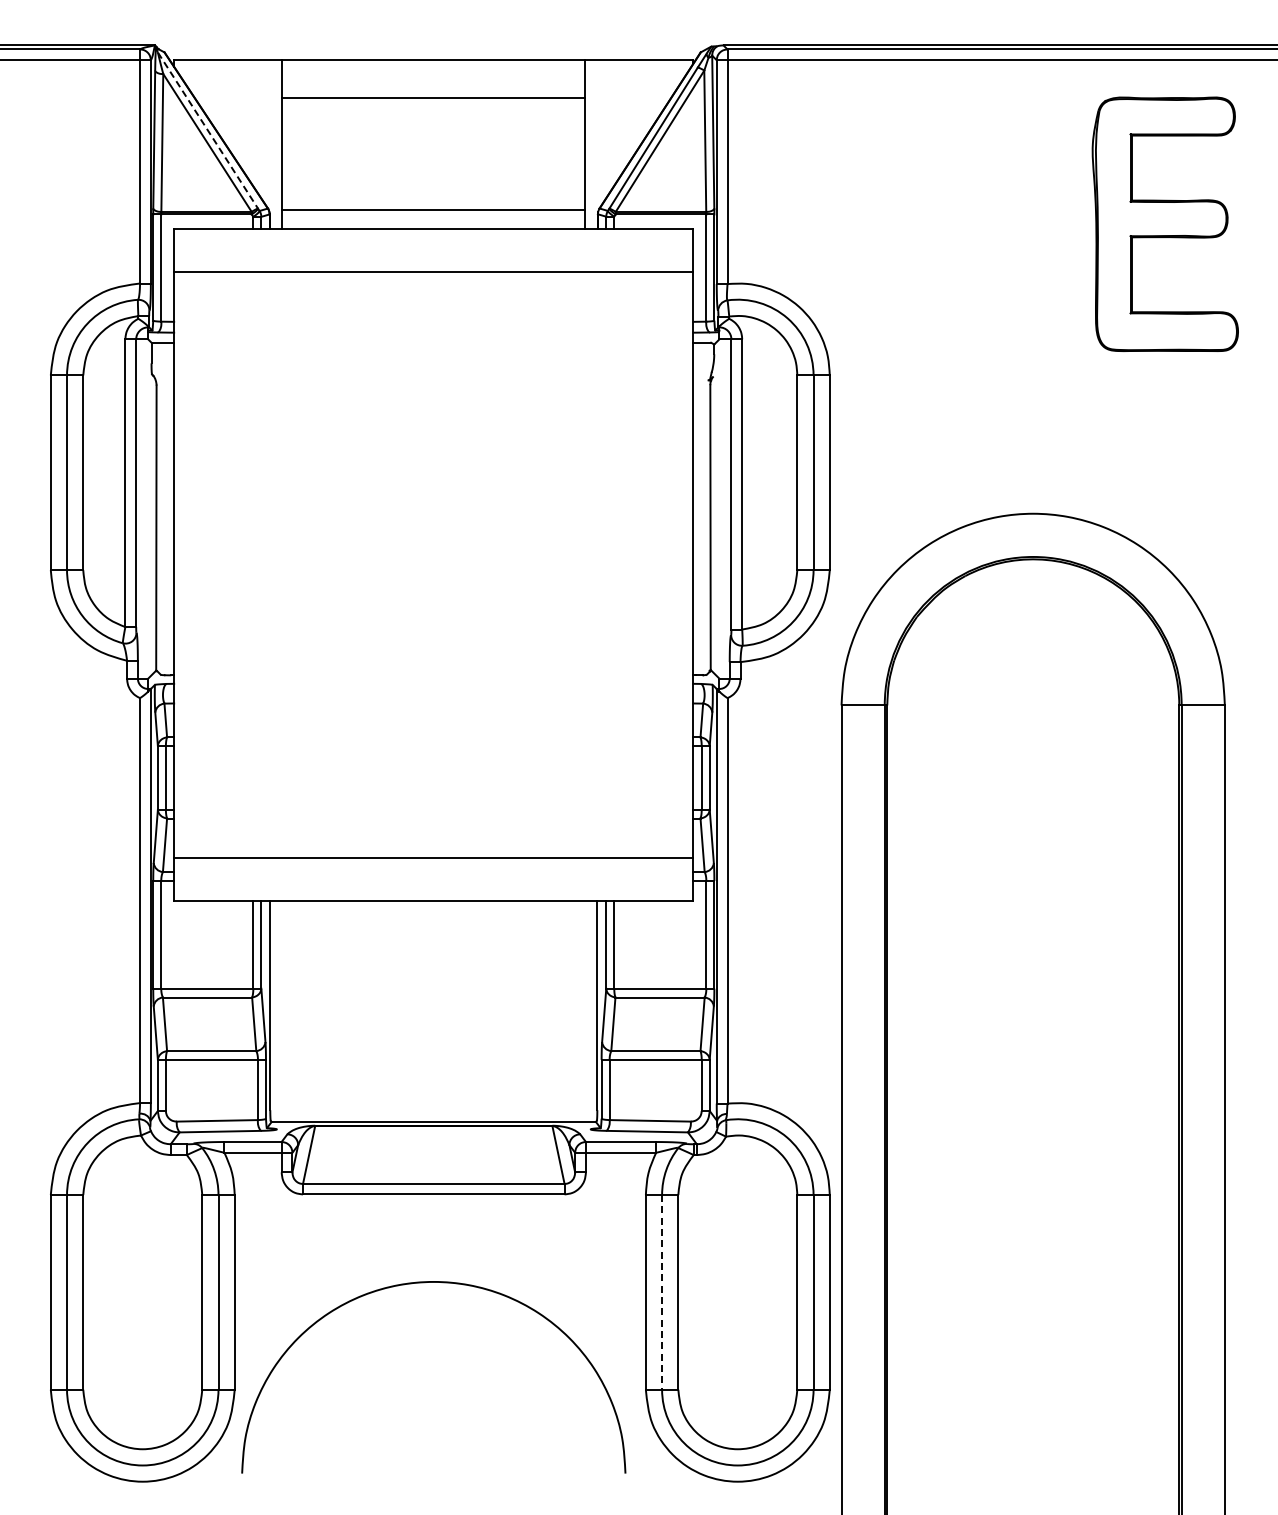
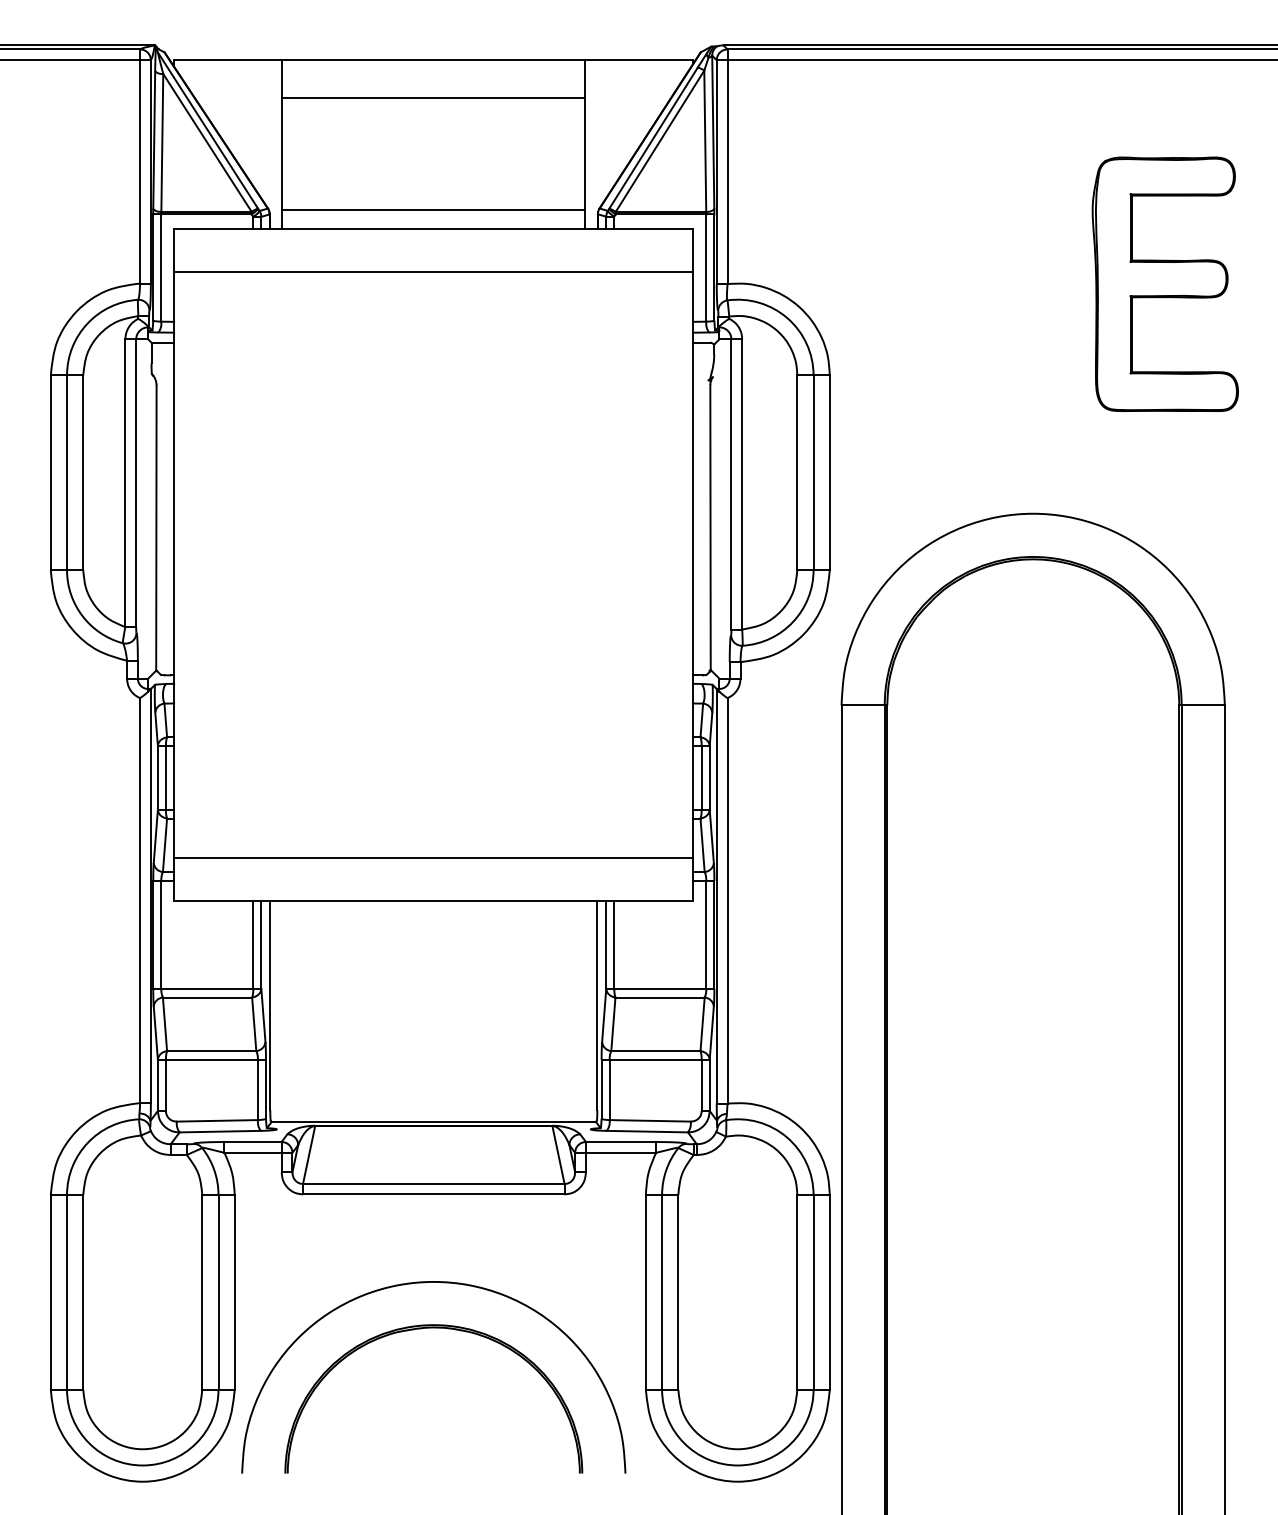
line at (208, 130): dashed -> solid
part at (1164, 223) position: (1164, 223) -> (1164, 283)
line at (662, 1292): dashed -> solid
part at (433, 1328): none -> present
